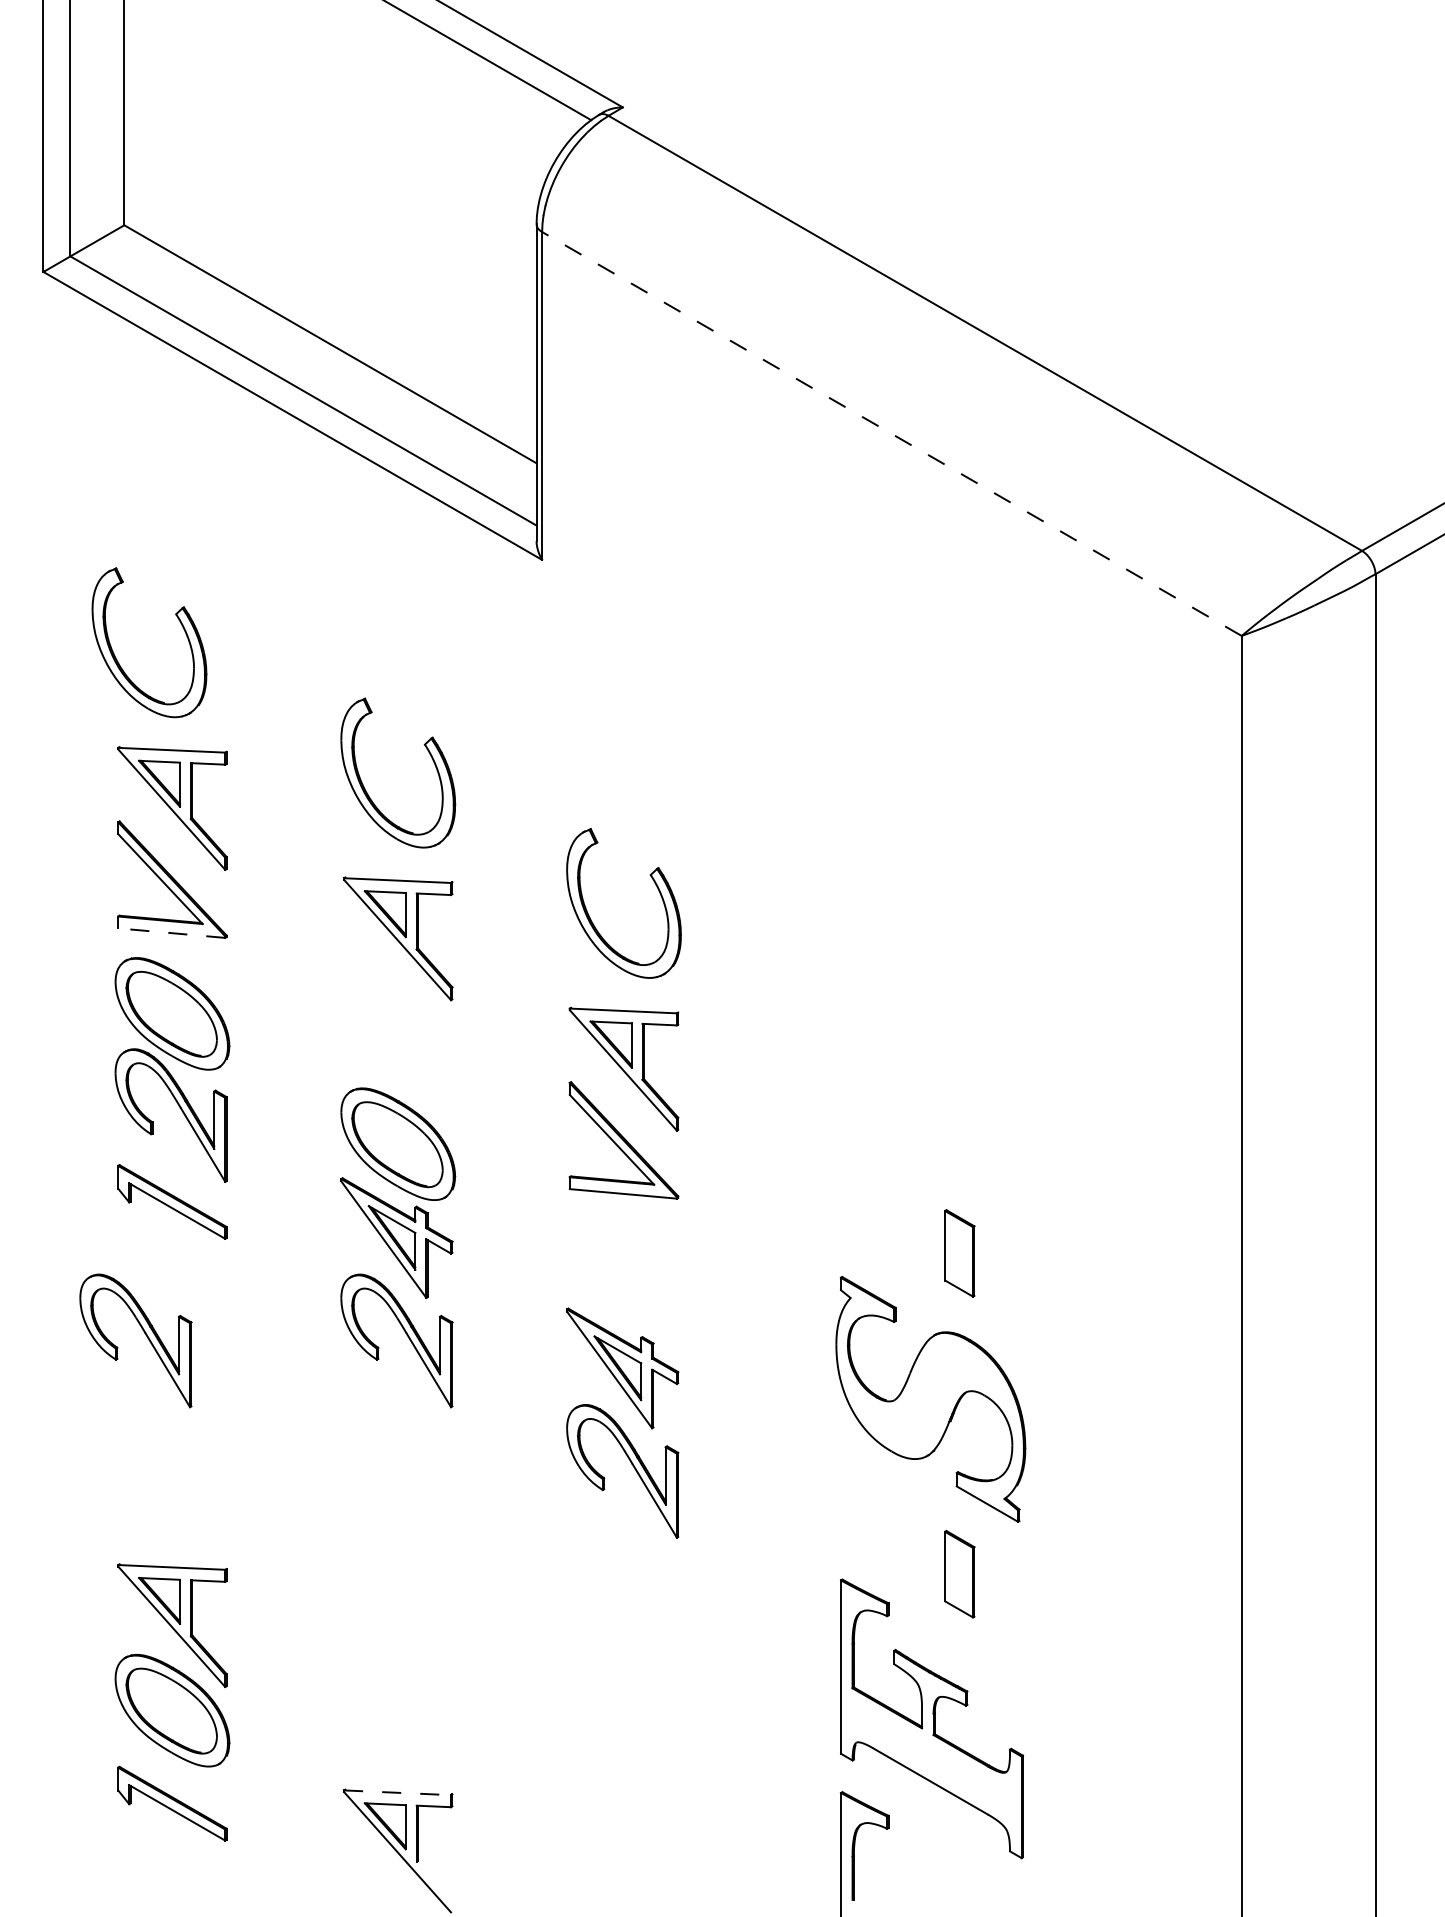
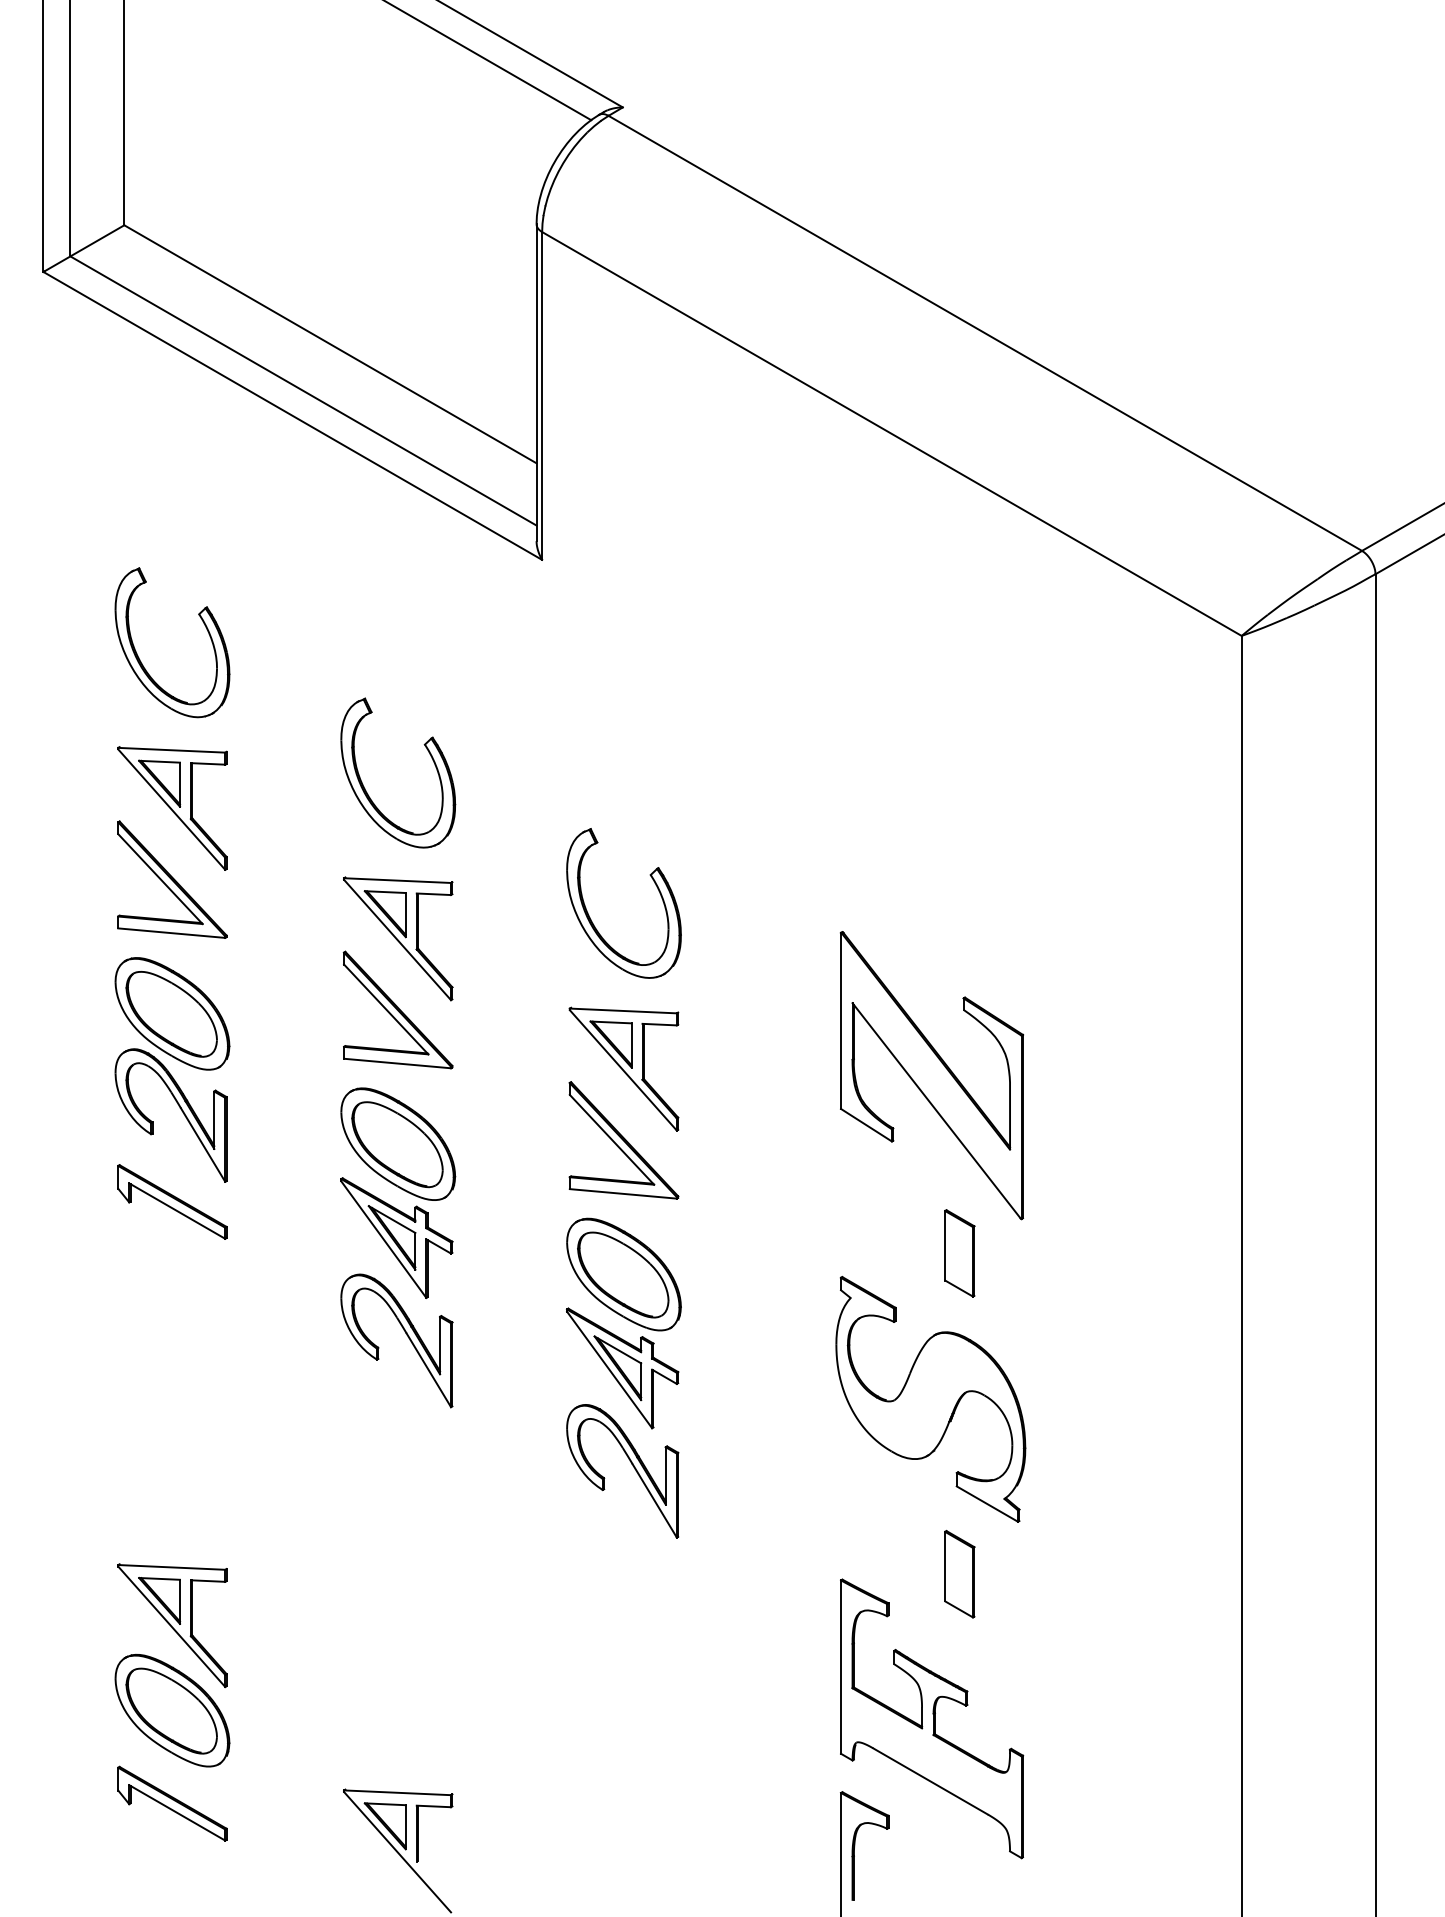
line at (891, 433): dashed -> solid
part at (181, 625) position: (181, 625) -> (204, 625)
line at (171, 933): dashed -> solid
part at (397, 1009): none -> present
part at (931, 1075): none -> present
part at (623, 1274): none -> present
part at (145, 1335): present -> none
line at (397, 1792): dashed -> solid
